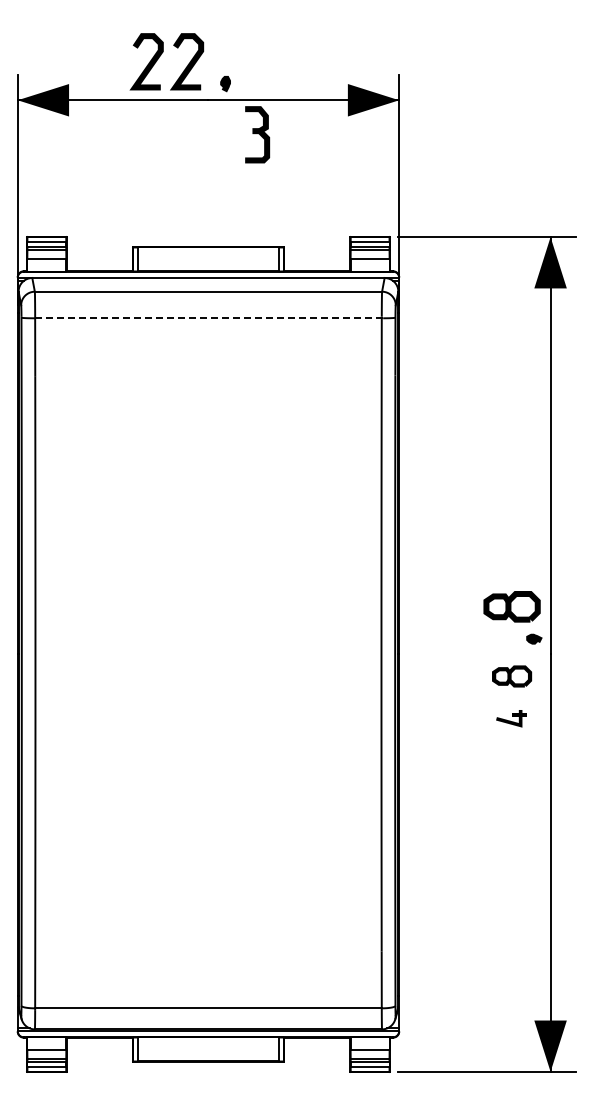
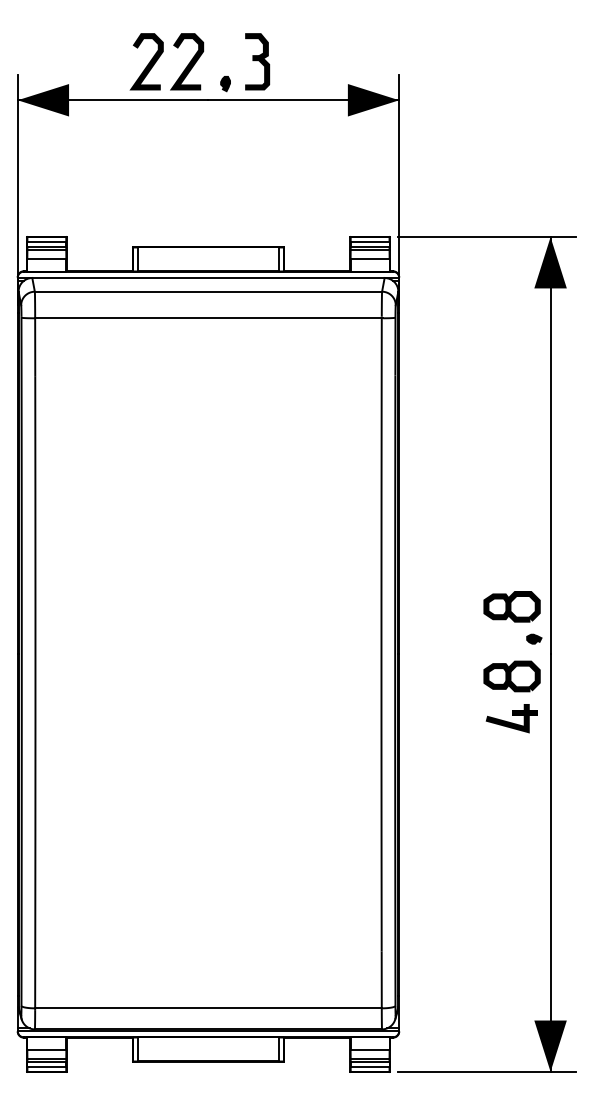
part at (257, 134) position: (257, 134) -> (257, 61)
line at (208, 318): dashed -> solid
part at (512, 676) size: 41x23 px -> 58x33 px
part at (511, 718) size: 31x18 px -> 53x30 px
